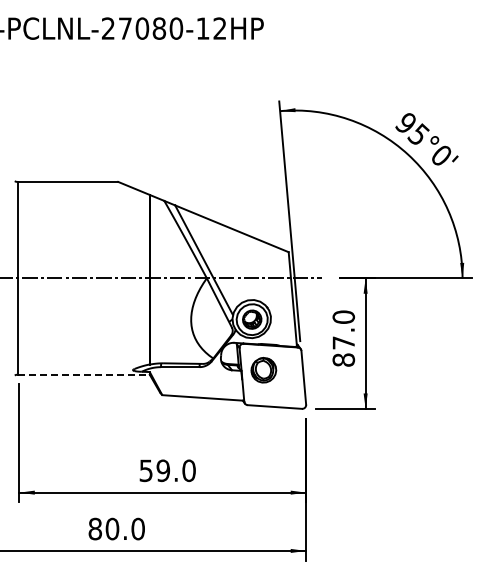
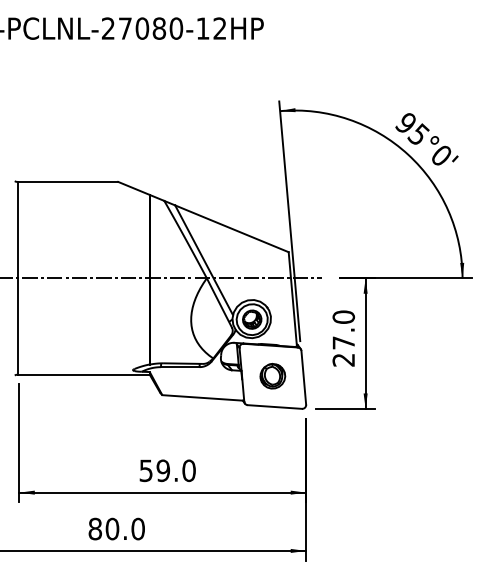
text at (343, 359): 87.0 -> 27.0
part at (263, 370) position: (263, 370) -> (272, 376)
line at (84, 374): dashed -> solid
